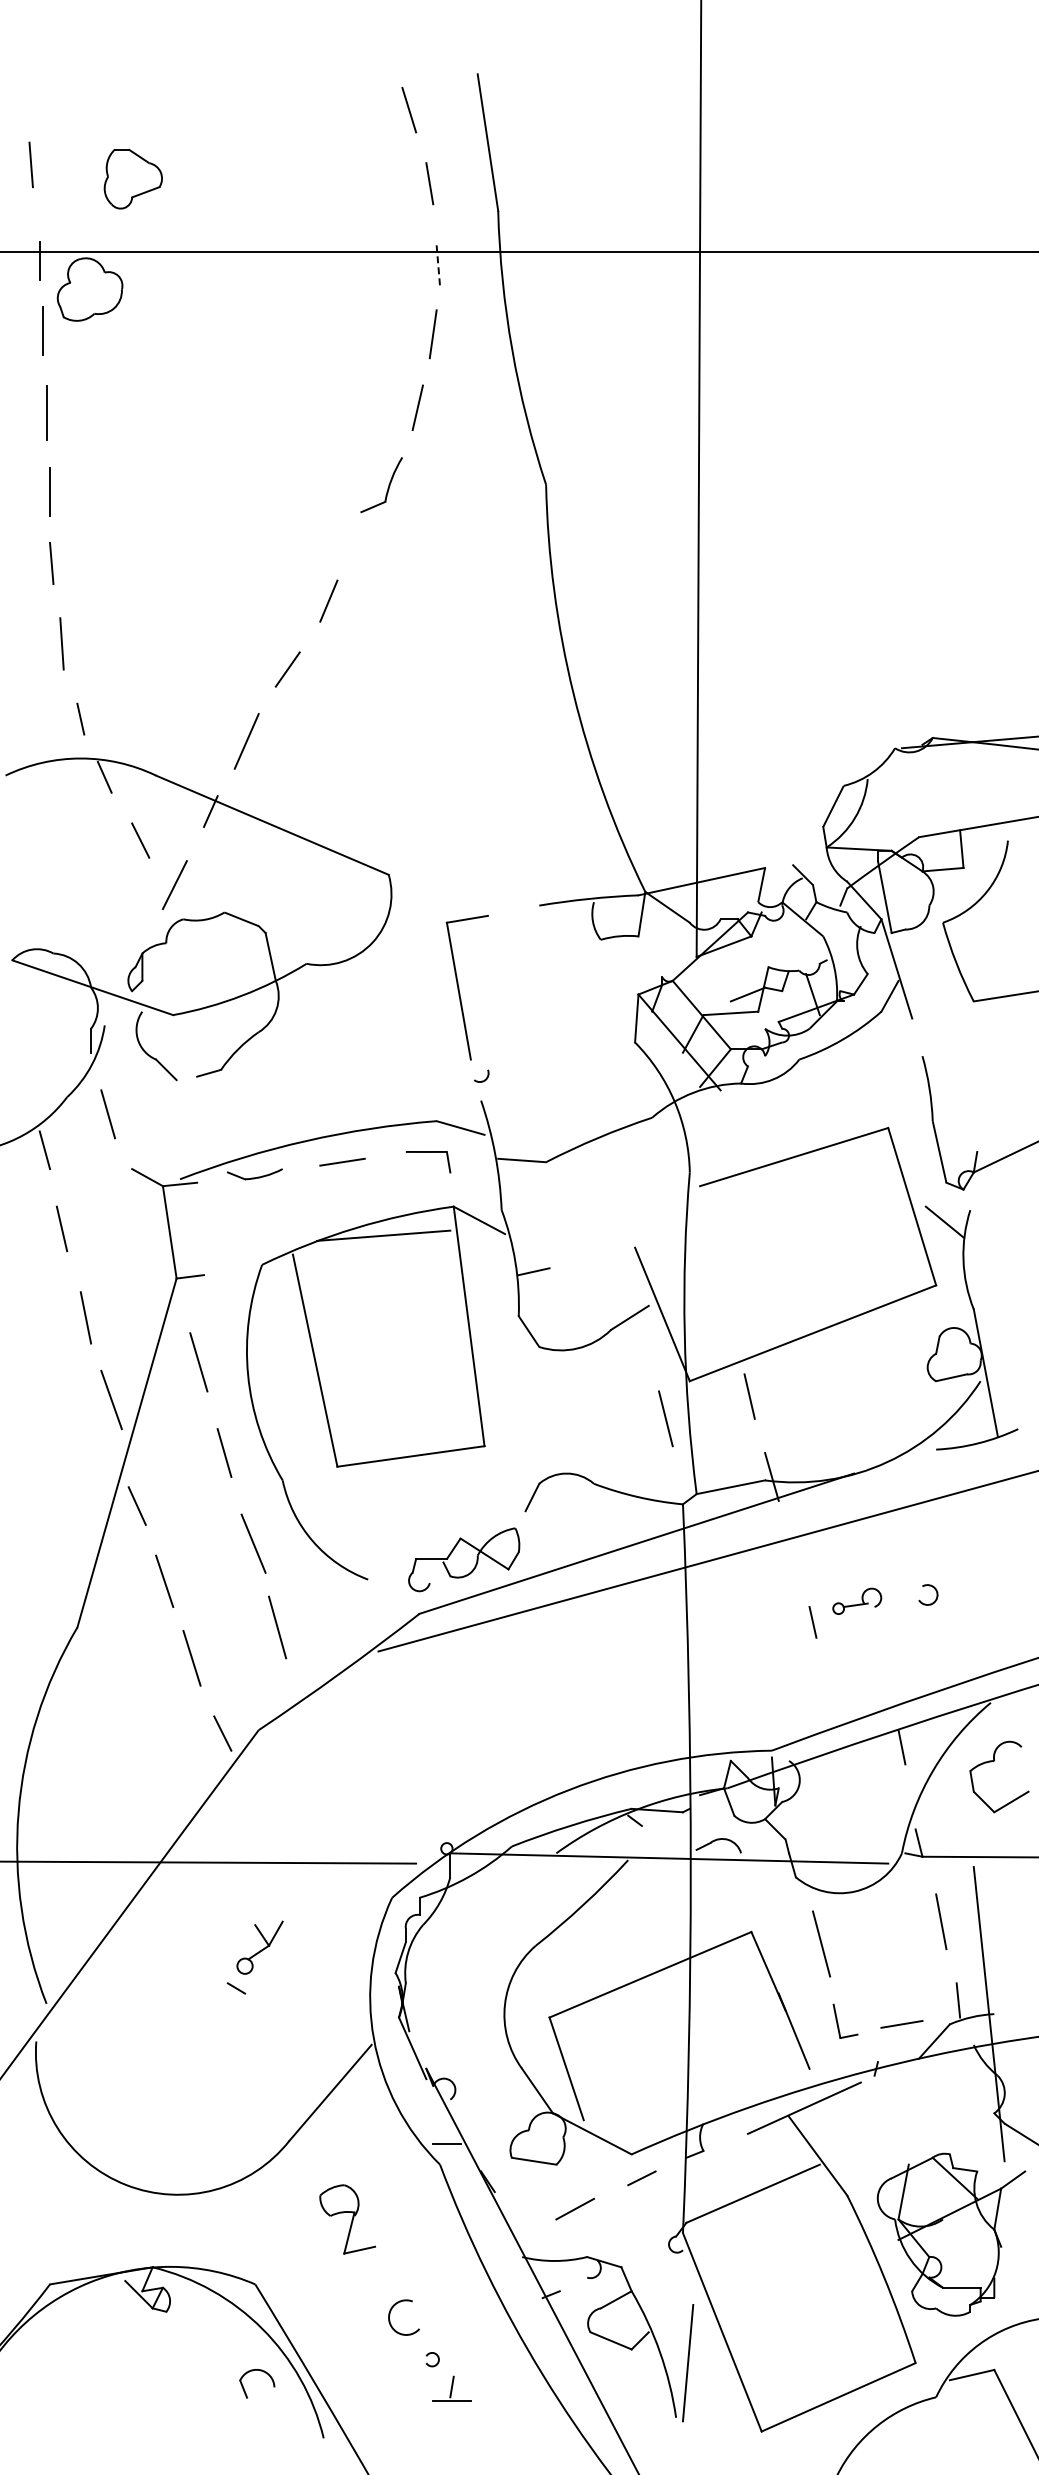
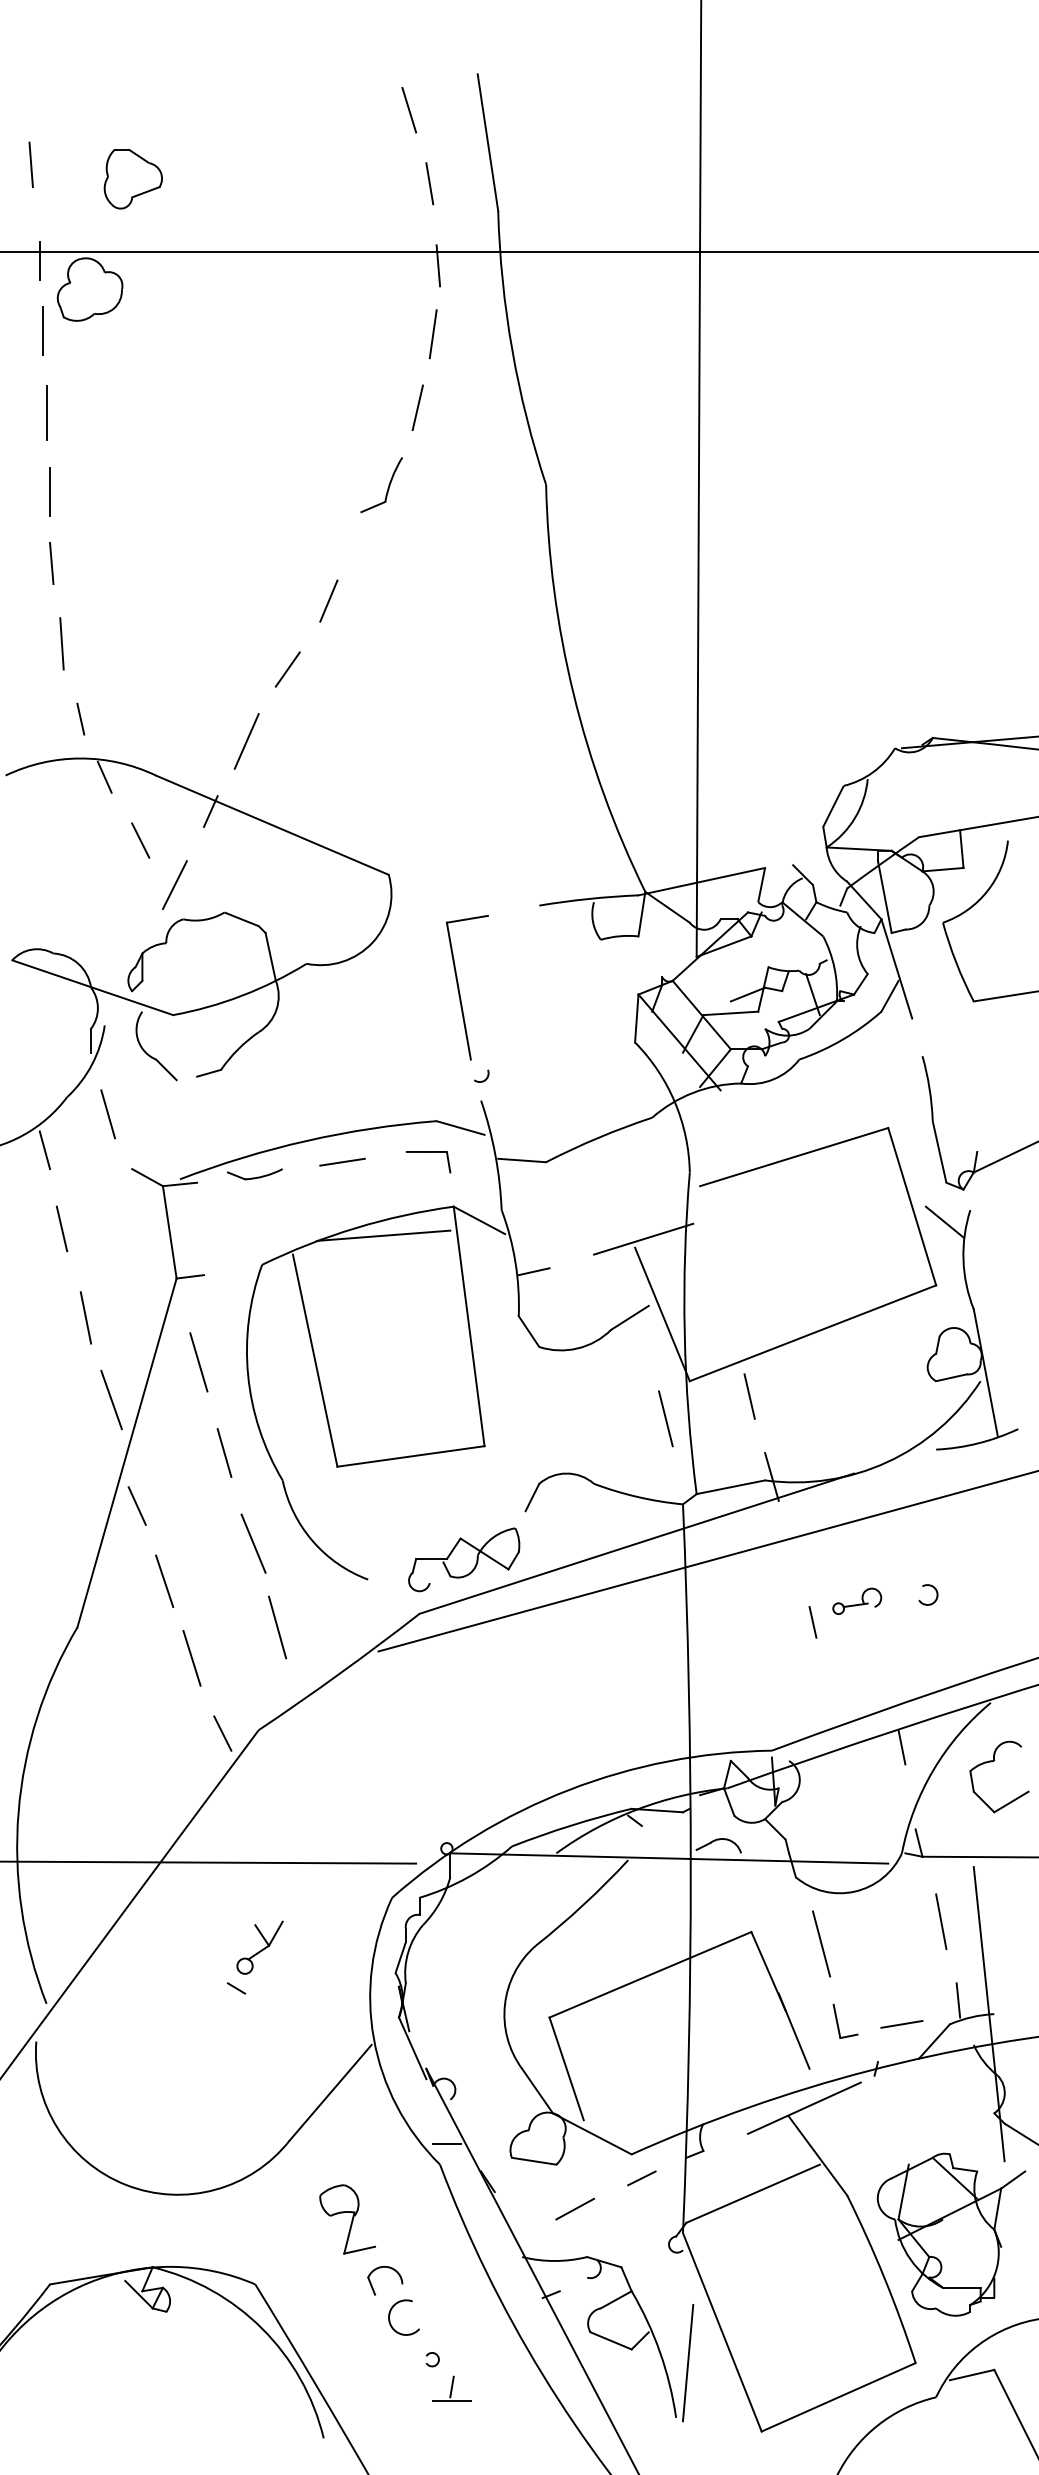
line at (438, 265): dashed -> solid
line at (643, 1238): none -> present
part at (260, 2371) position: (260, 2371) -> (388, 2268)
